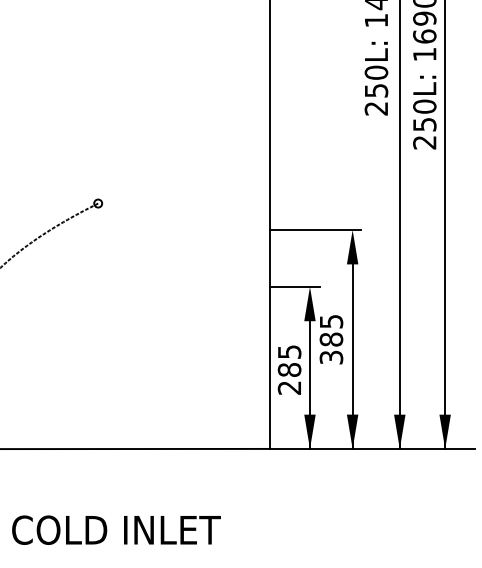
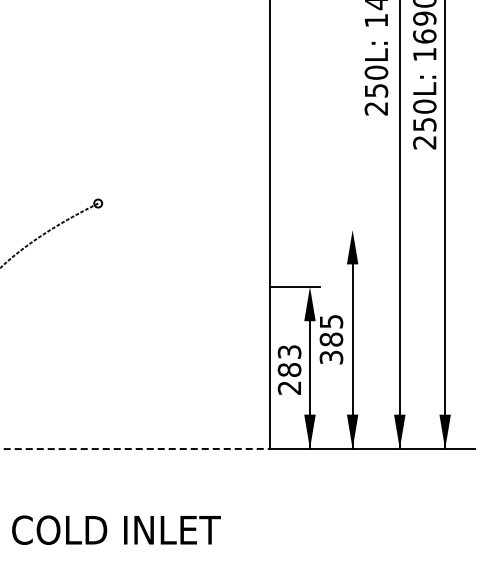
line at (314, 230): present -> none
text at (288, 351): 285 -> 283
line at (135, 449): solid -> dashed
